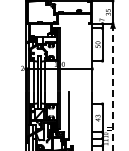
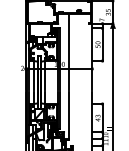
line at (68, 51): none -> present
line at (113, 87): dashed -> solid
